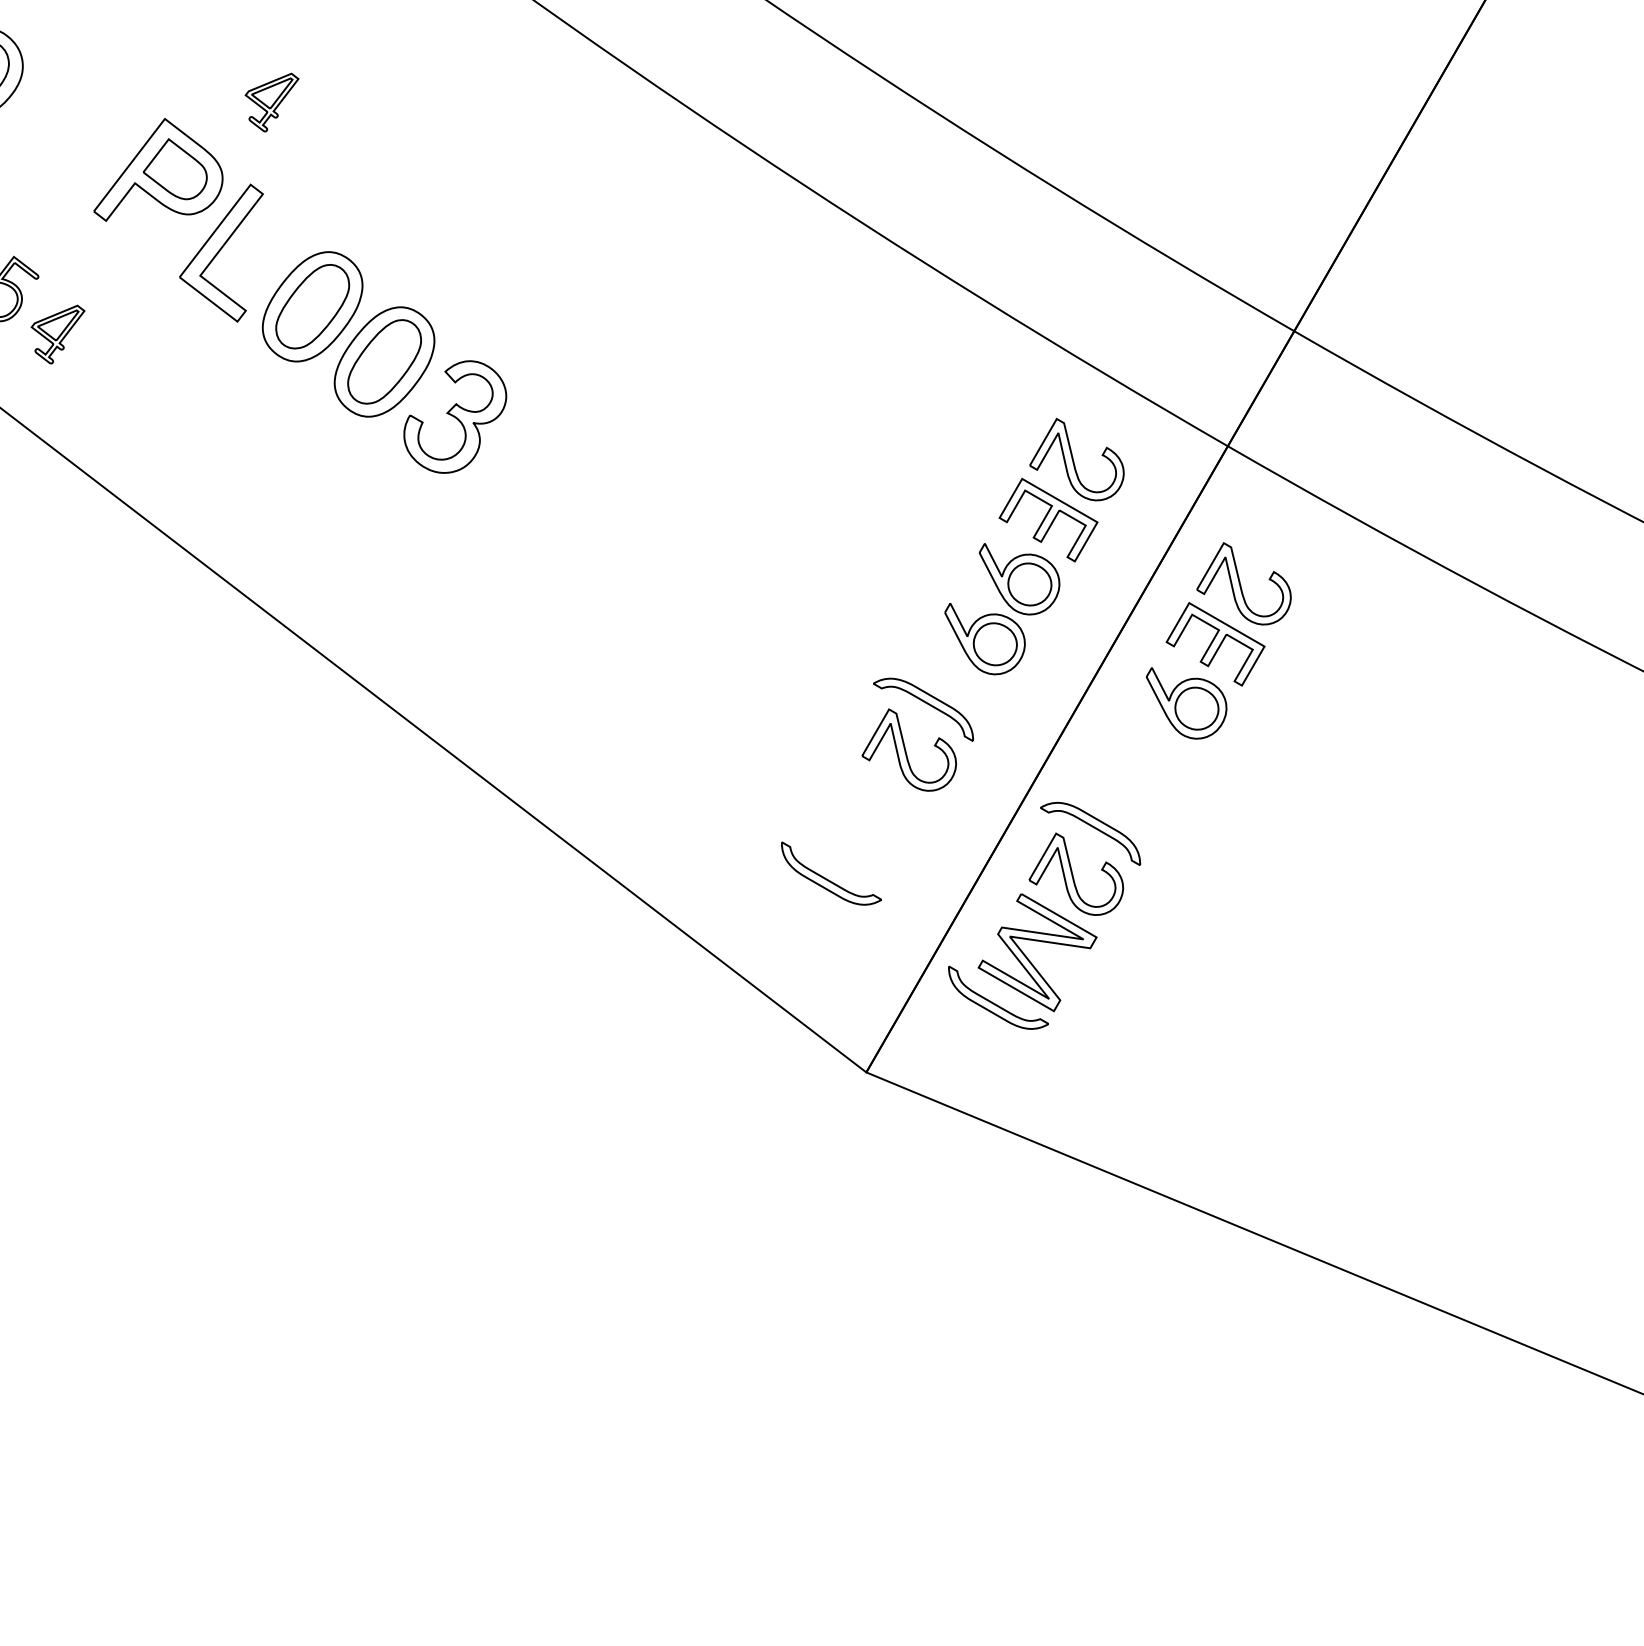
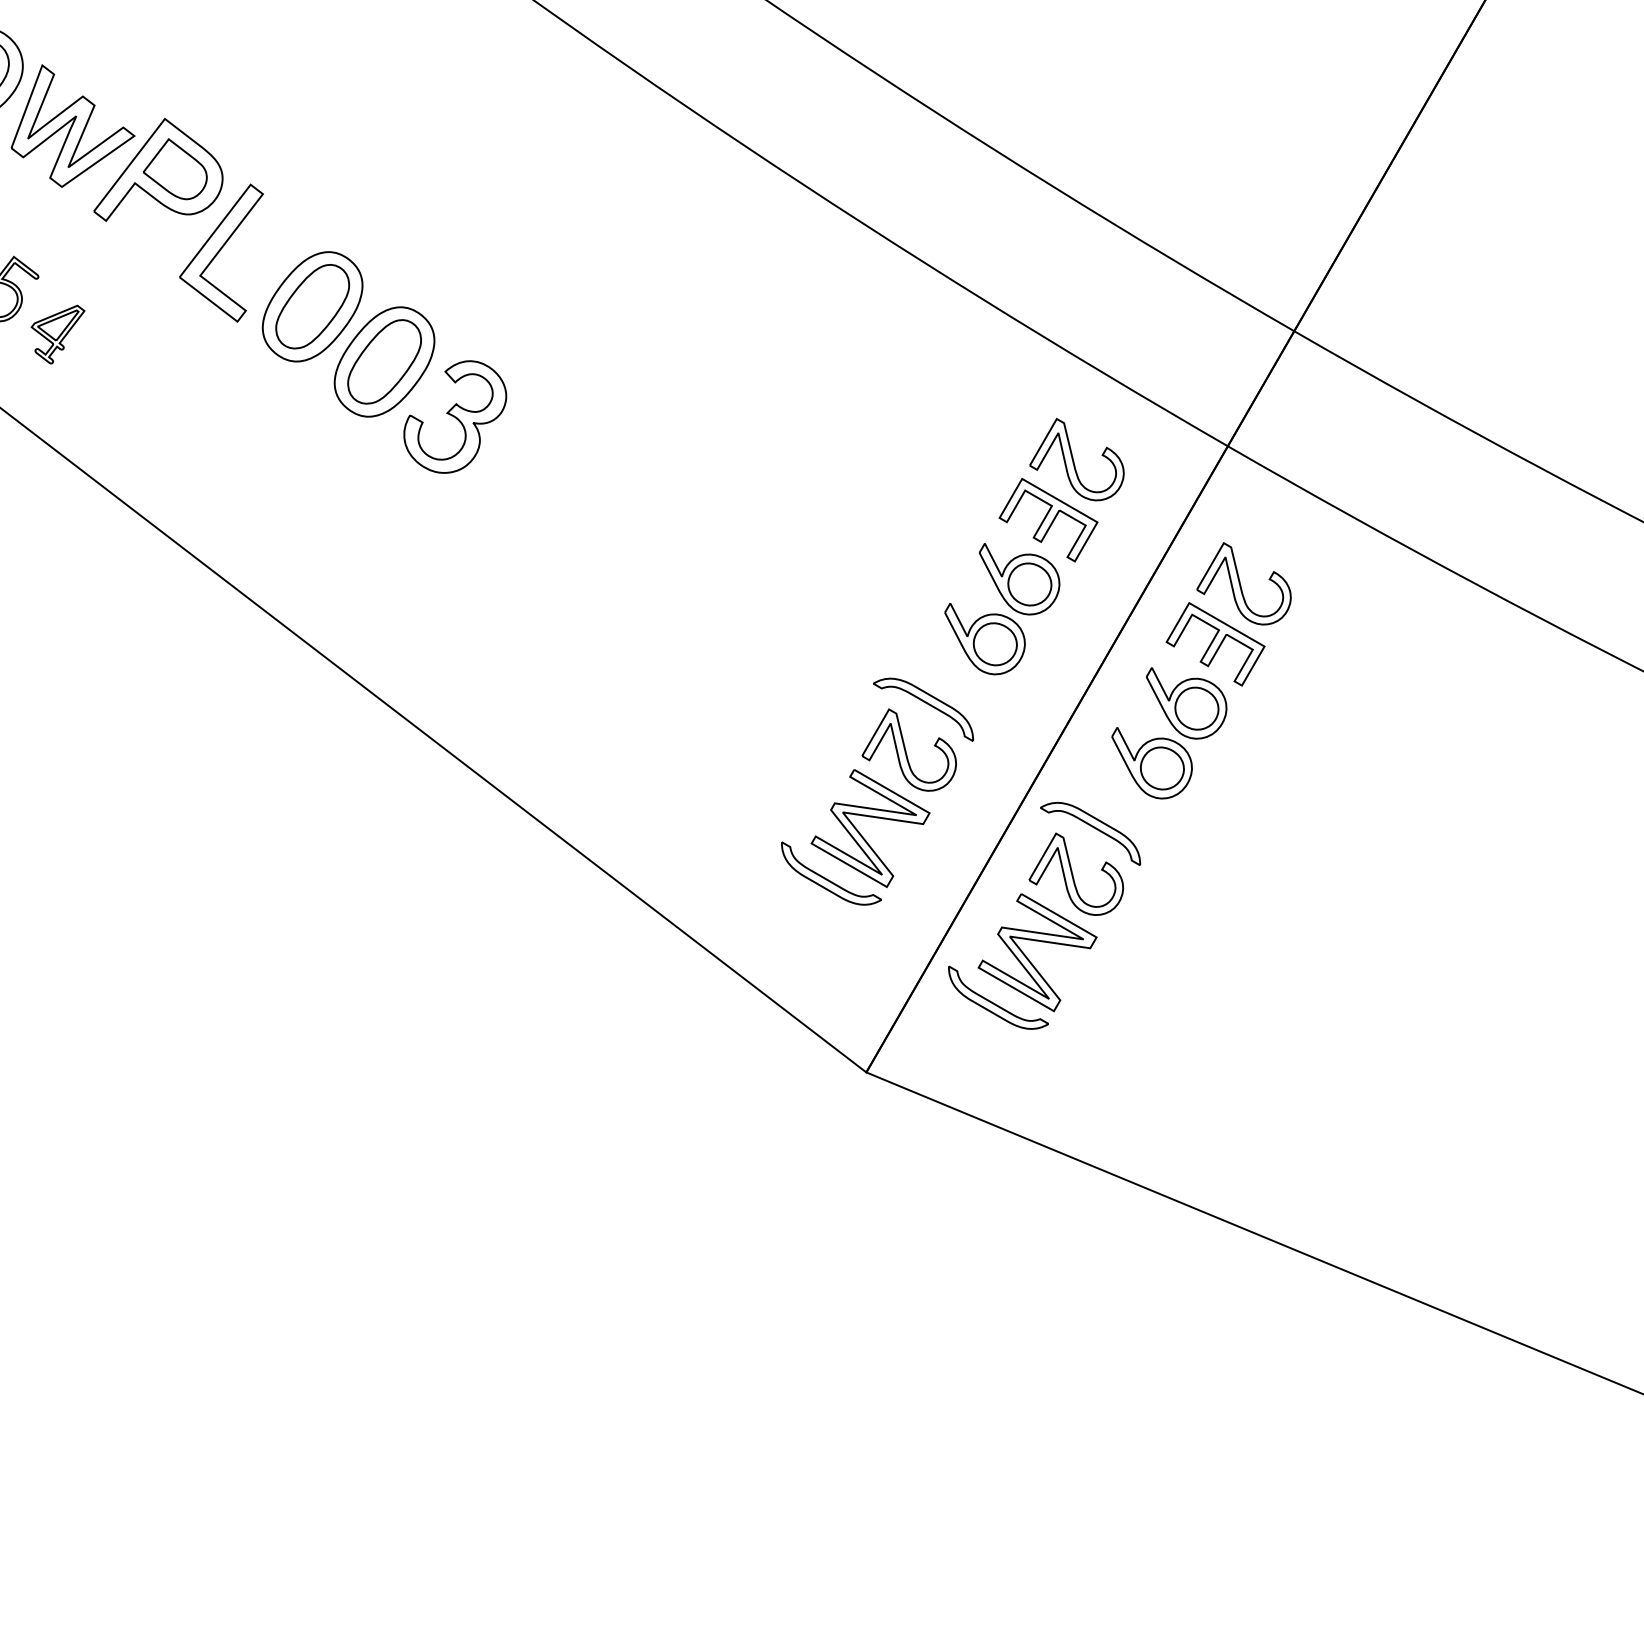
part at (271, 102): present -> none
part at (72, 125): none -> present
part at (1151, 763): none -> present
part at (862, 835): none -> present
